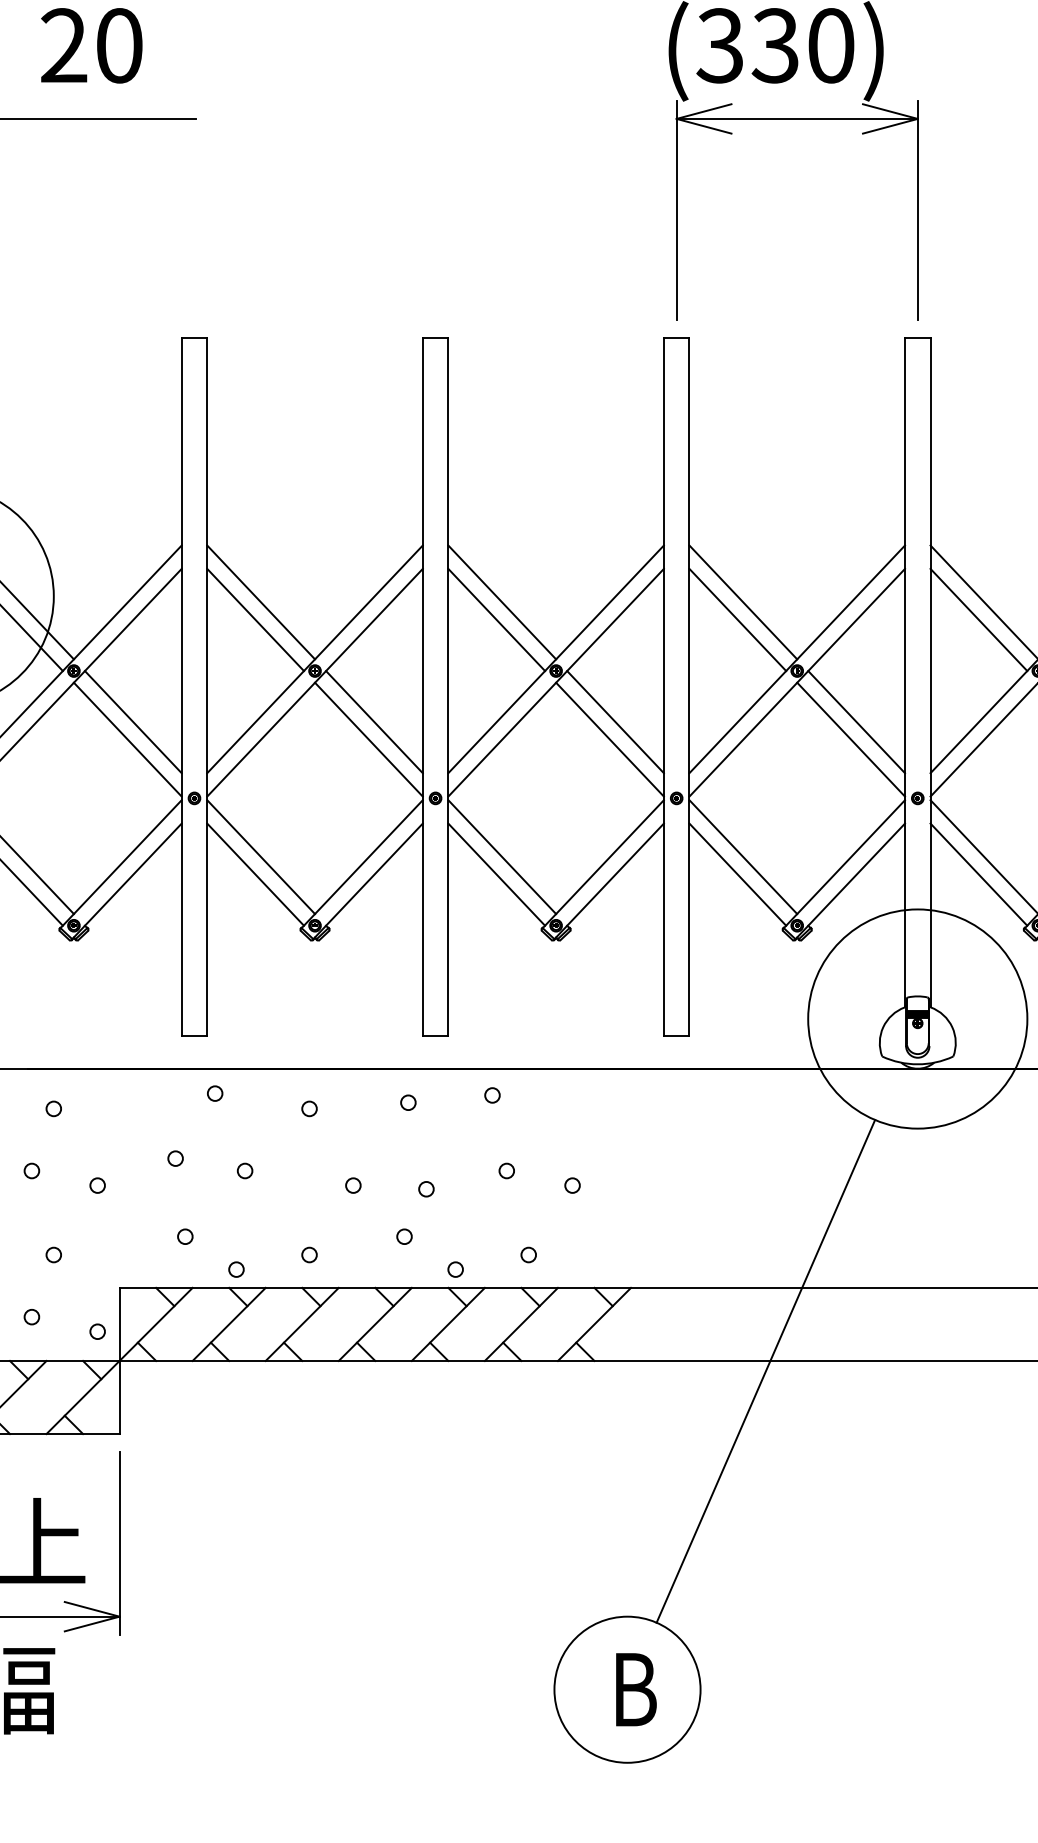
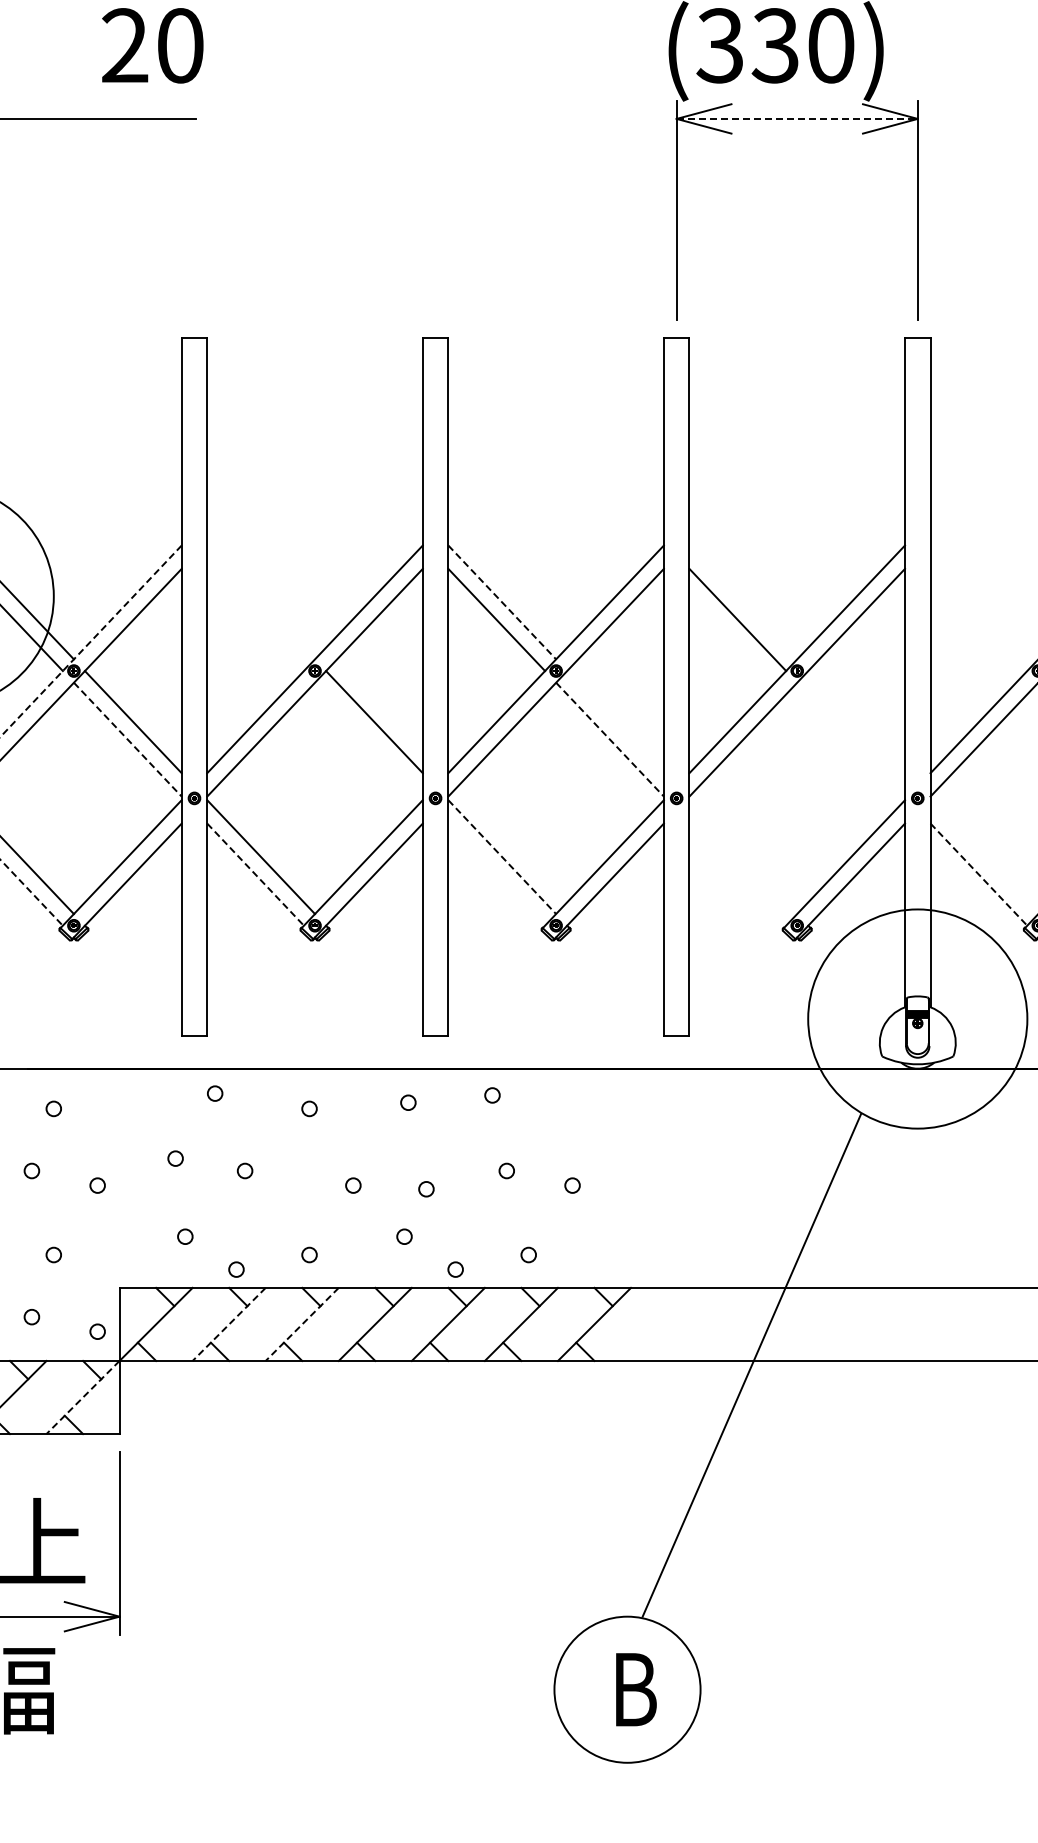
text at (91, 45) position: (91, 45) -> (152, 45)
line at (797, 118): solid -> dashed
line at (982, 600): present -> none
line at (261, 602): present -> none
line at (502, 602): solid -> dashed
line at (743, 602): present -> none
line at (255, 619): present -> none
line at (978, 619): present -> none
line at (91, 641): solid -> dashed
line at (615, 722): present -> none
line at (856, 722): present -> none
line at (368, 739): present -> none
line at (851, 739): present -> none
line at (128, 740): solid -> dashed
line at (610, 740): solid -> dashed
line at (982, 855): present -> none
line at (502, 857): solid -> dashed
line at (743, 857): present -> none
line at (496, 874): present -> none
line at (737, 874): present -> none
line at (255, 875): solid -> dashed
line at (979, 875): solid -> dashed
line at (32, 893): solid -> dashed
line at (229, 1324): solid -> dashed
line at (302, 1324): solid -> dashed
line at (765, 1371) position: (765, 1371) -> (751, 1365)
line at (83, 1397): solid -> dashed
